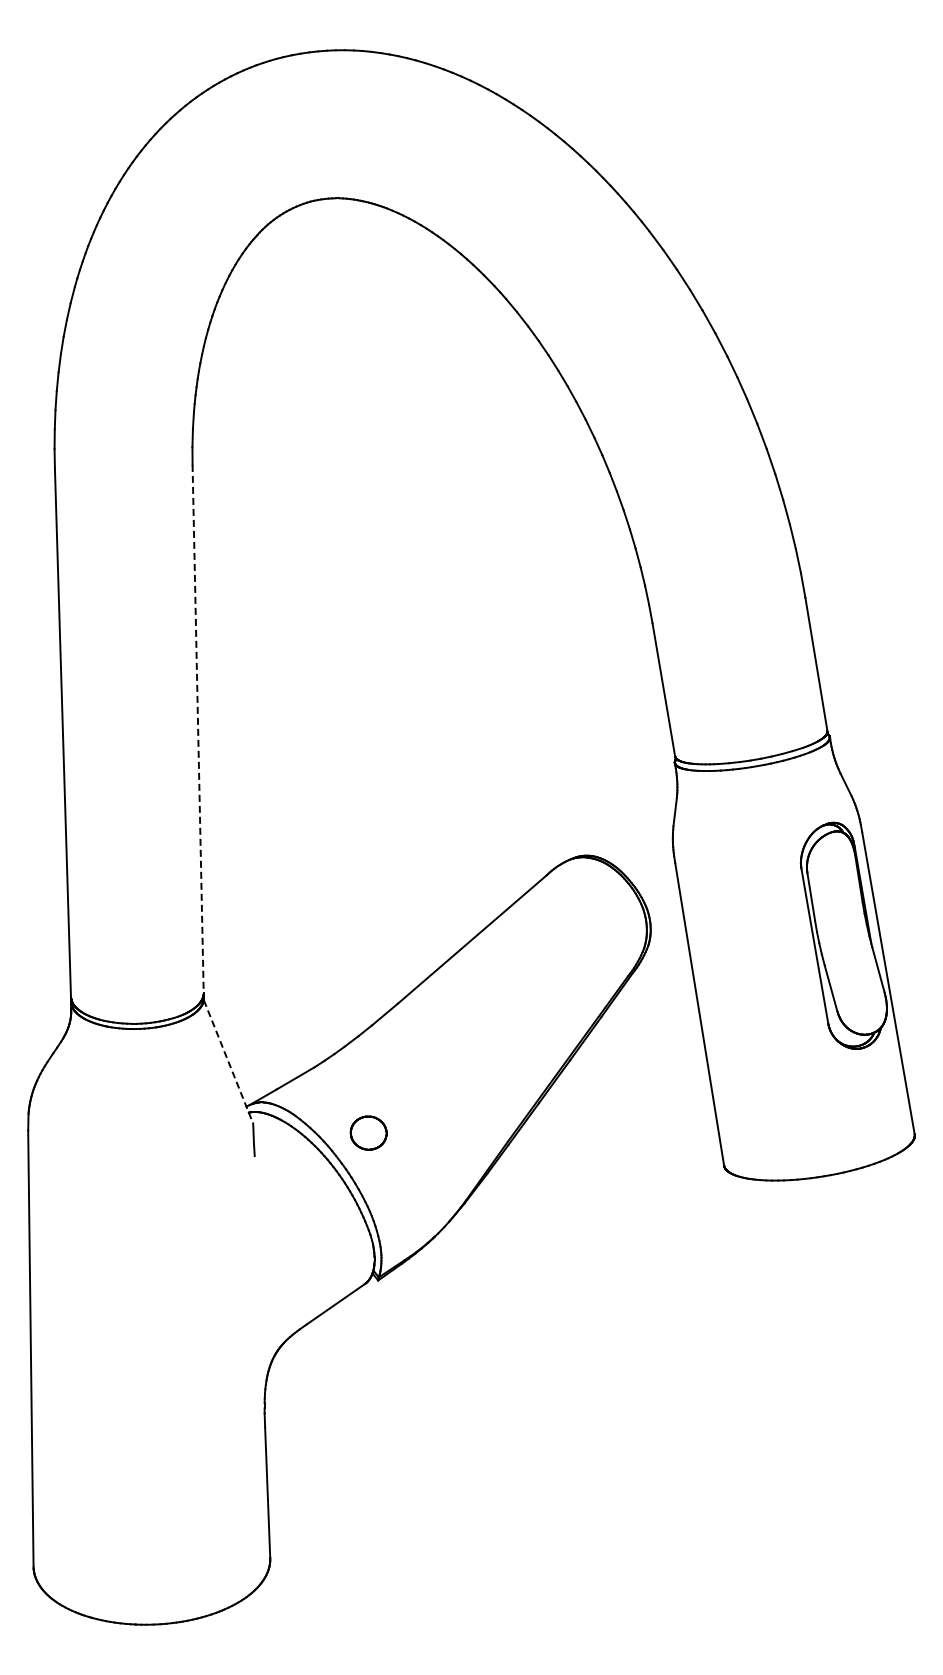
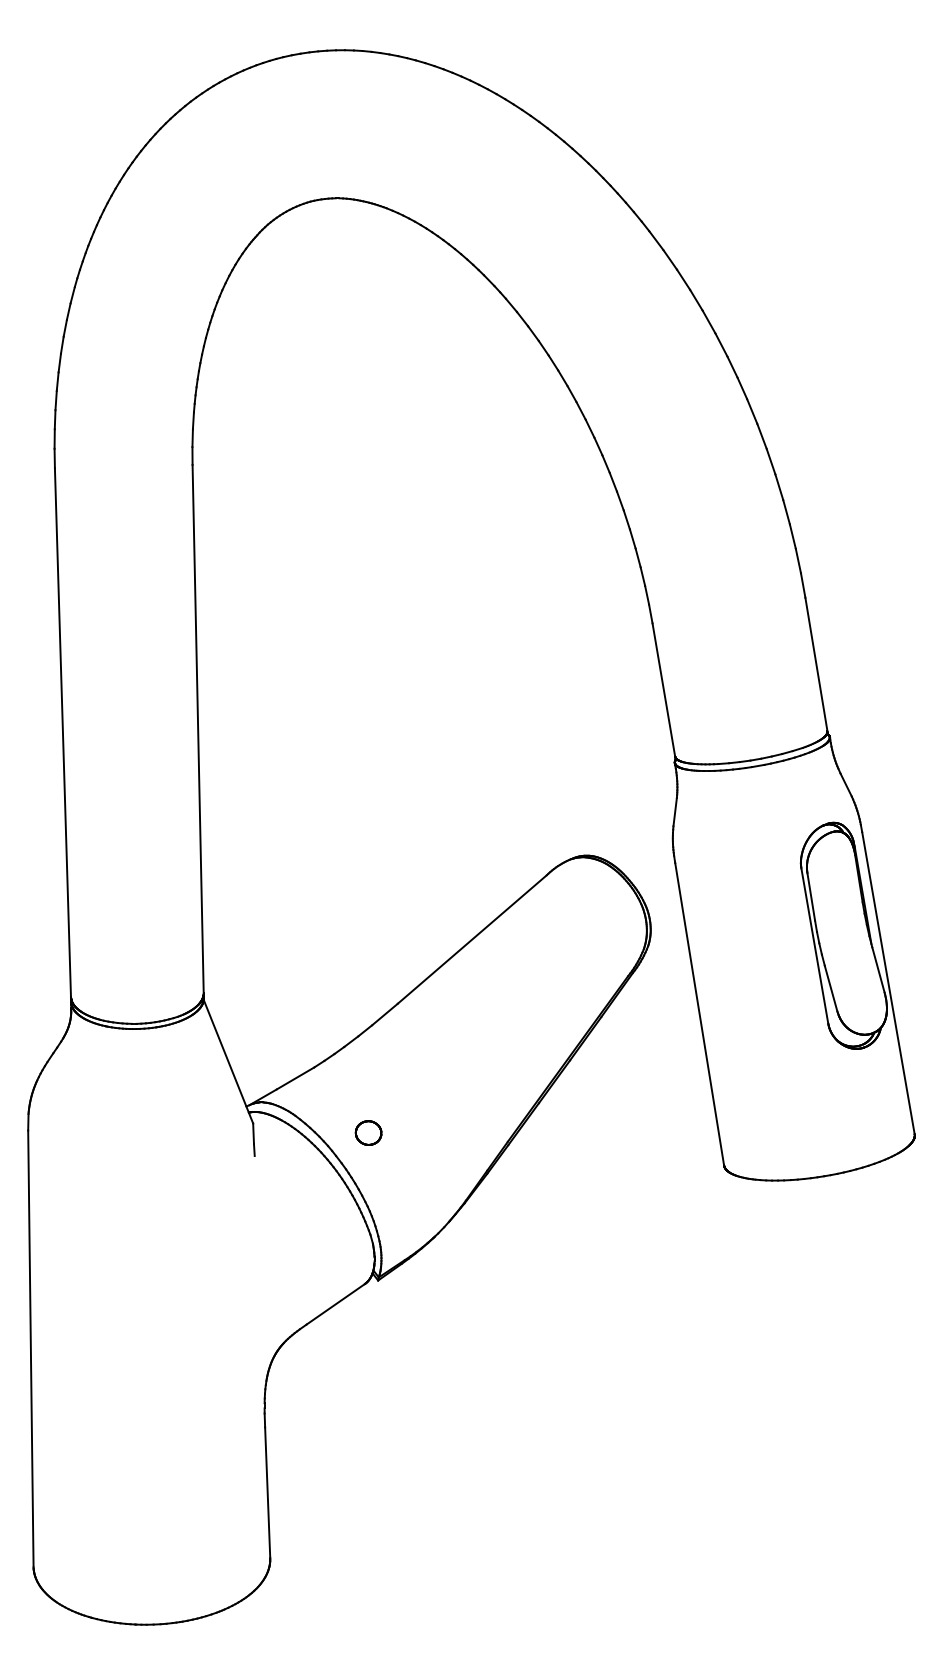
line at (198, 729): dashed -> solid
line at (228, 1062): dashed -> solid
part at (368, 1132) size: 39x36 px -> 29x26 px
